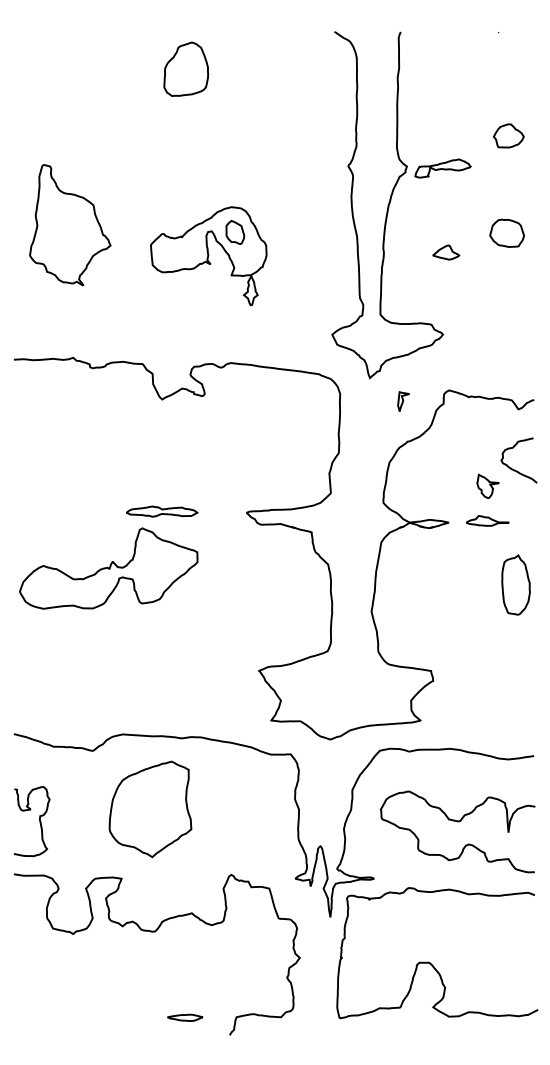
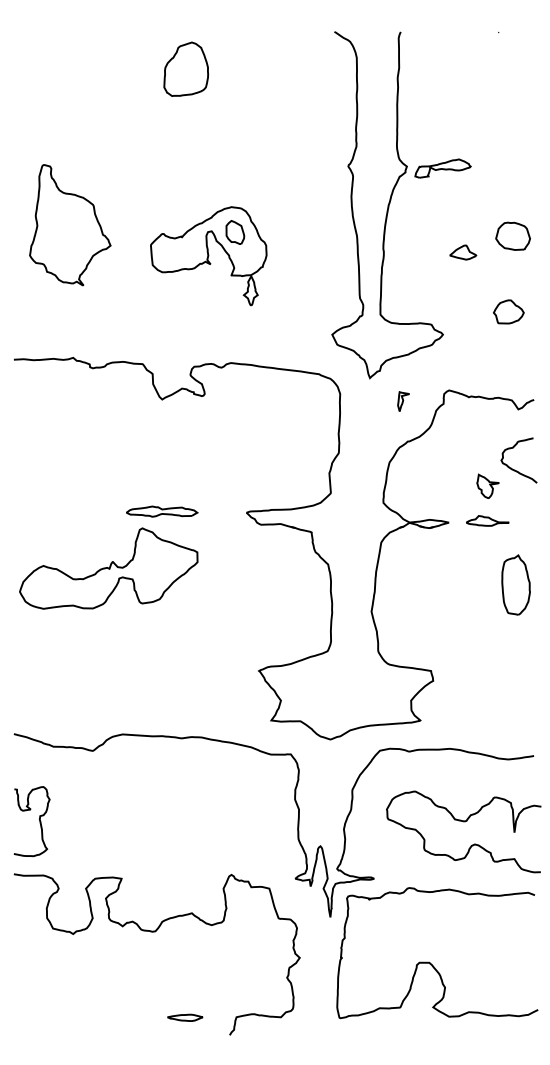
part at (508, 135) position: (508, 135) -> (508, 311)
part at (506, 232) position: (506, 232) -> (512, 235)
part at (446, 252) position: (446, 252) -> (463, 252)
part at (150, 809): present -> none
curve at (457, 822) position: (457, 822) -> (463, 822)
